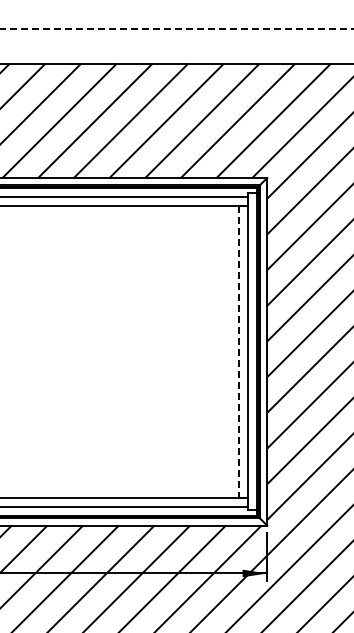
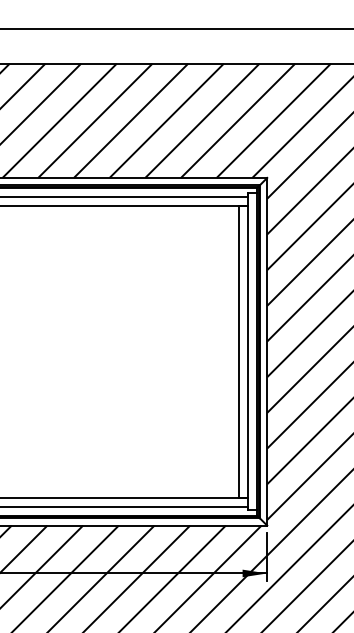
line at (176, 29): dashed -> solid
line at (239, 352): dashed -> solid
